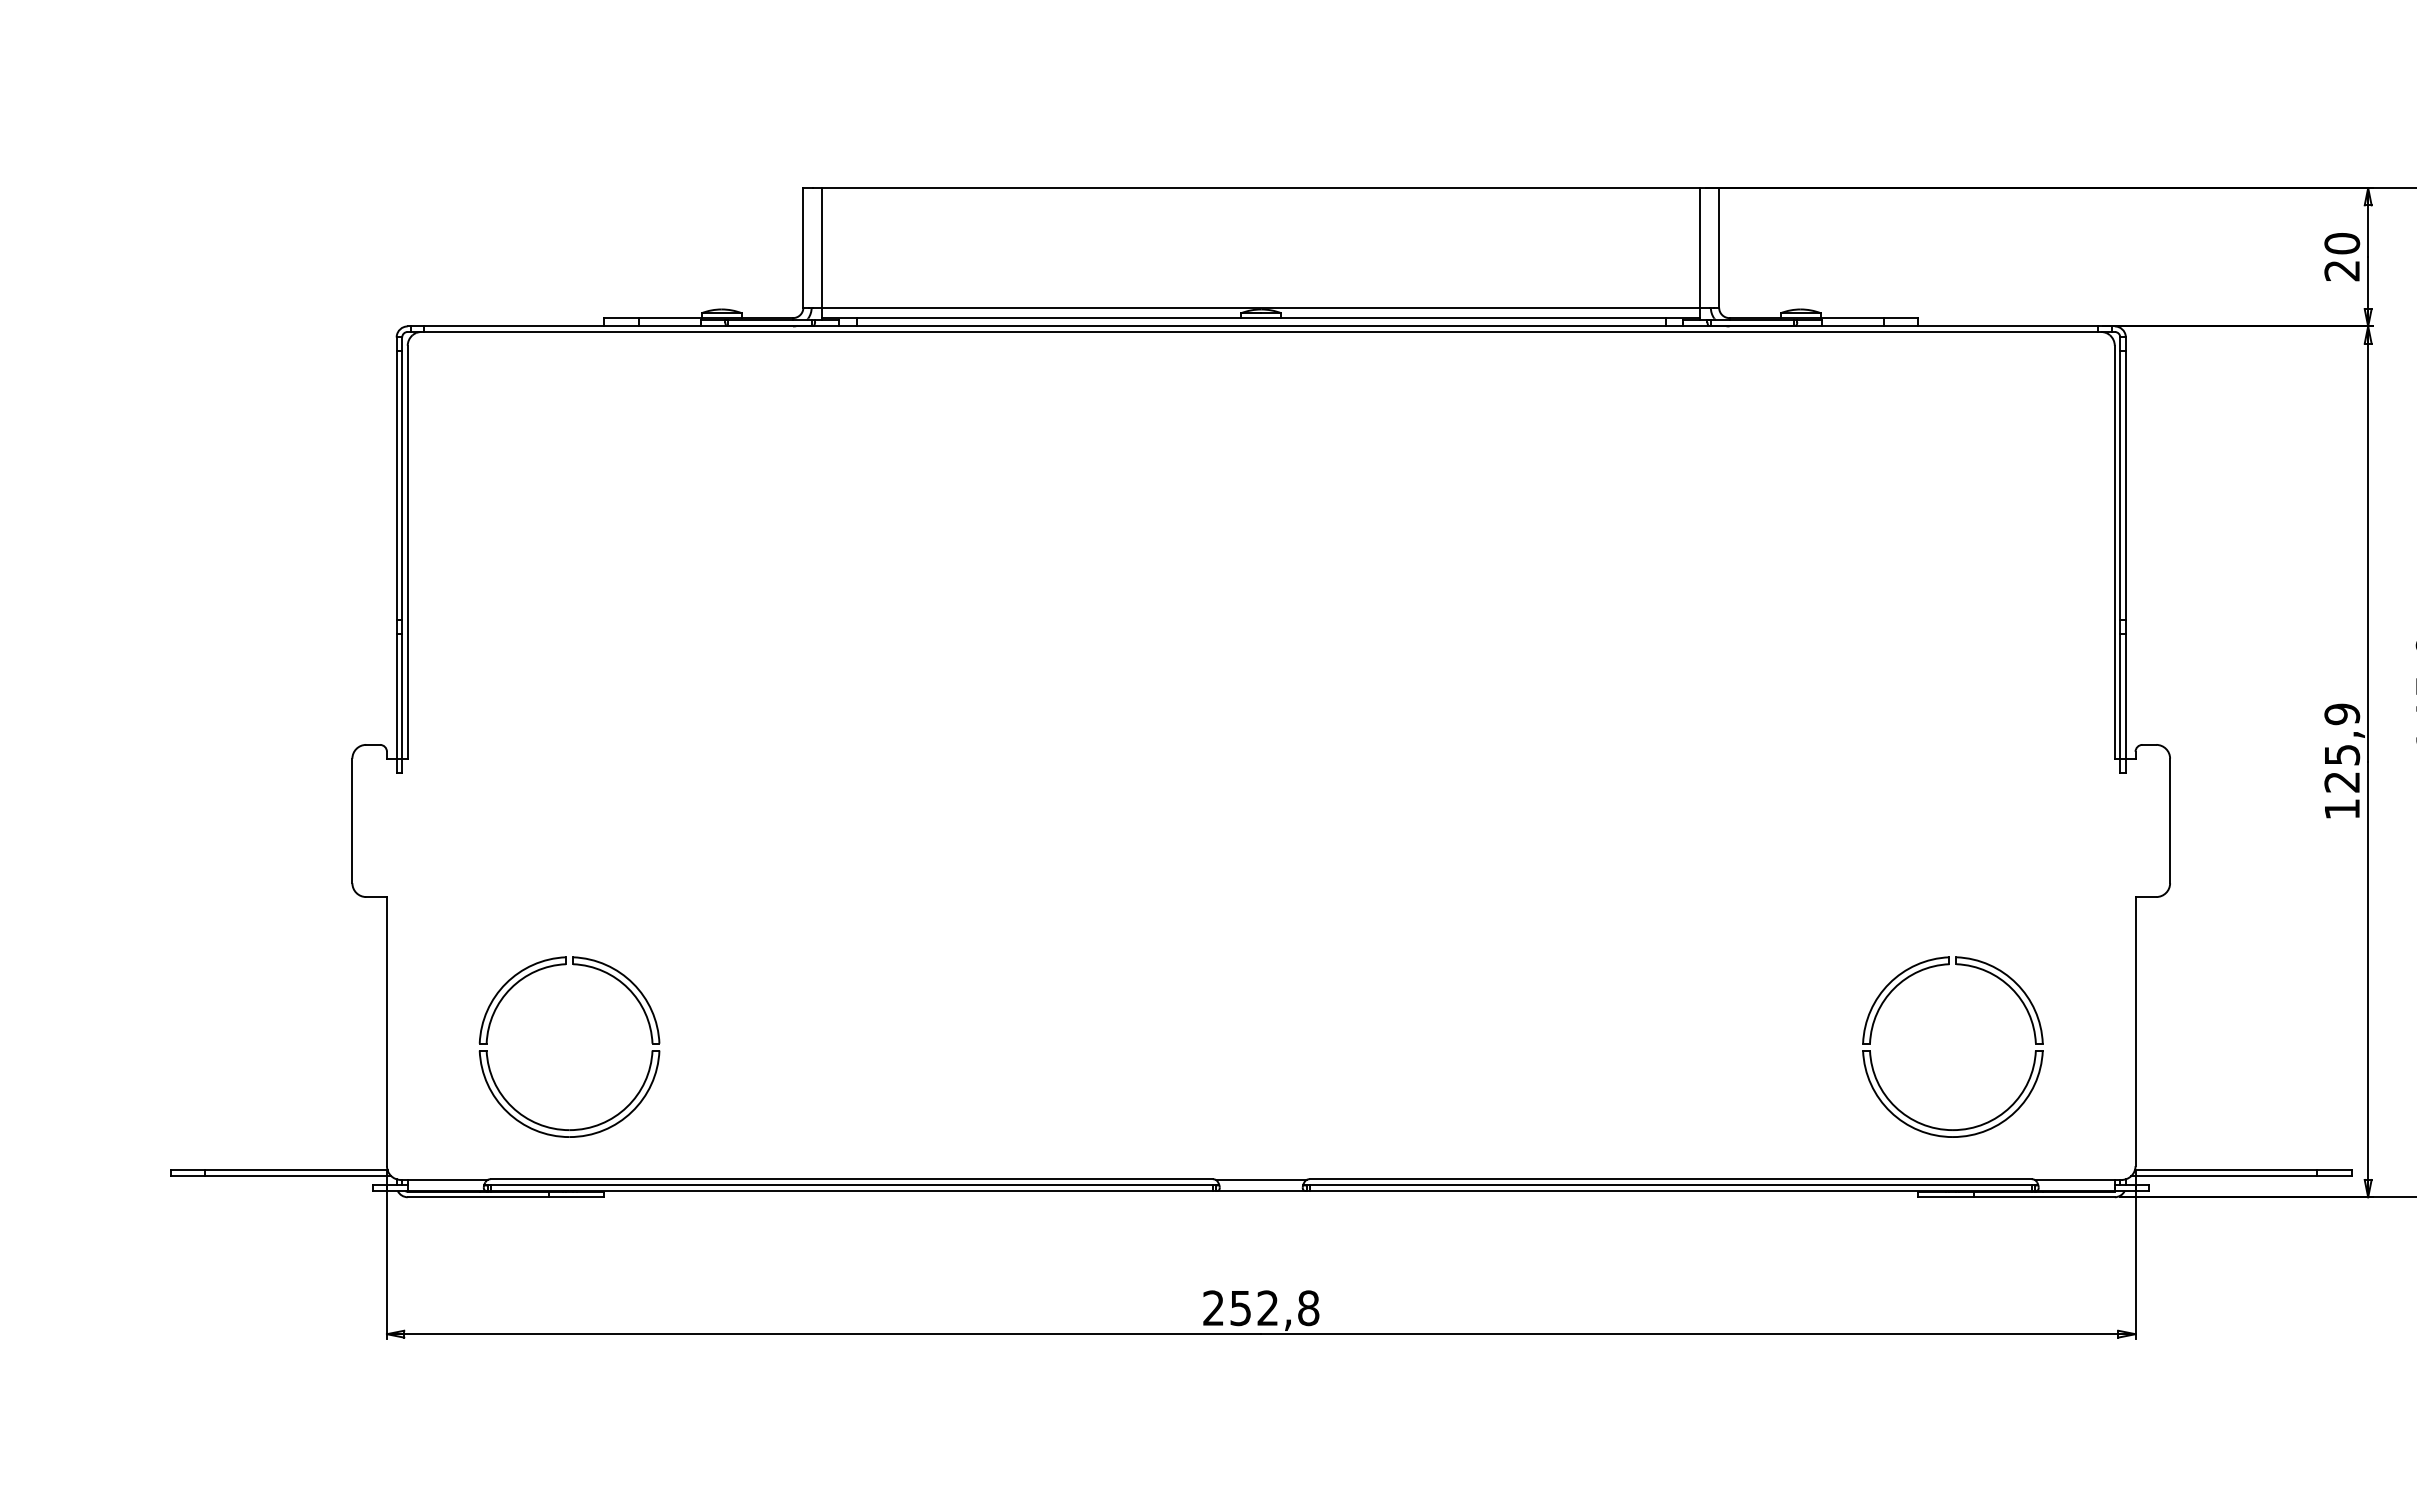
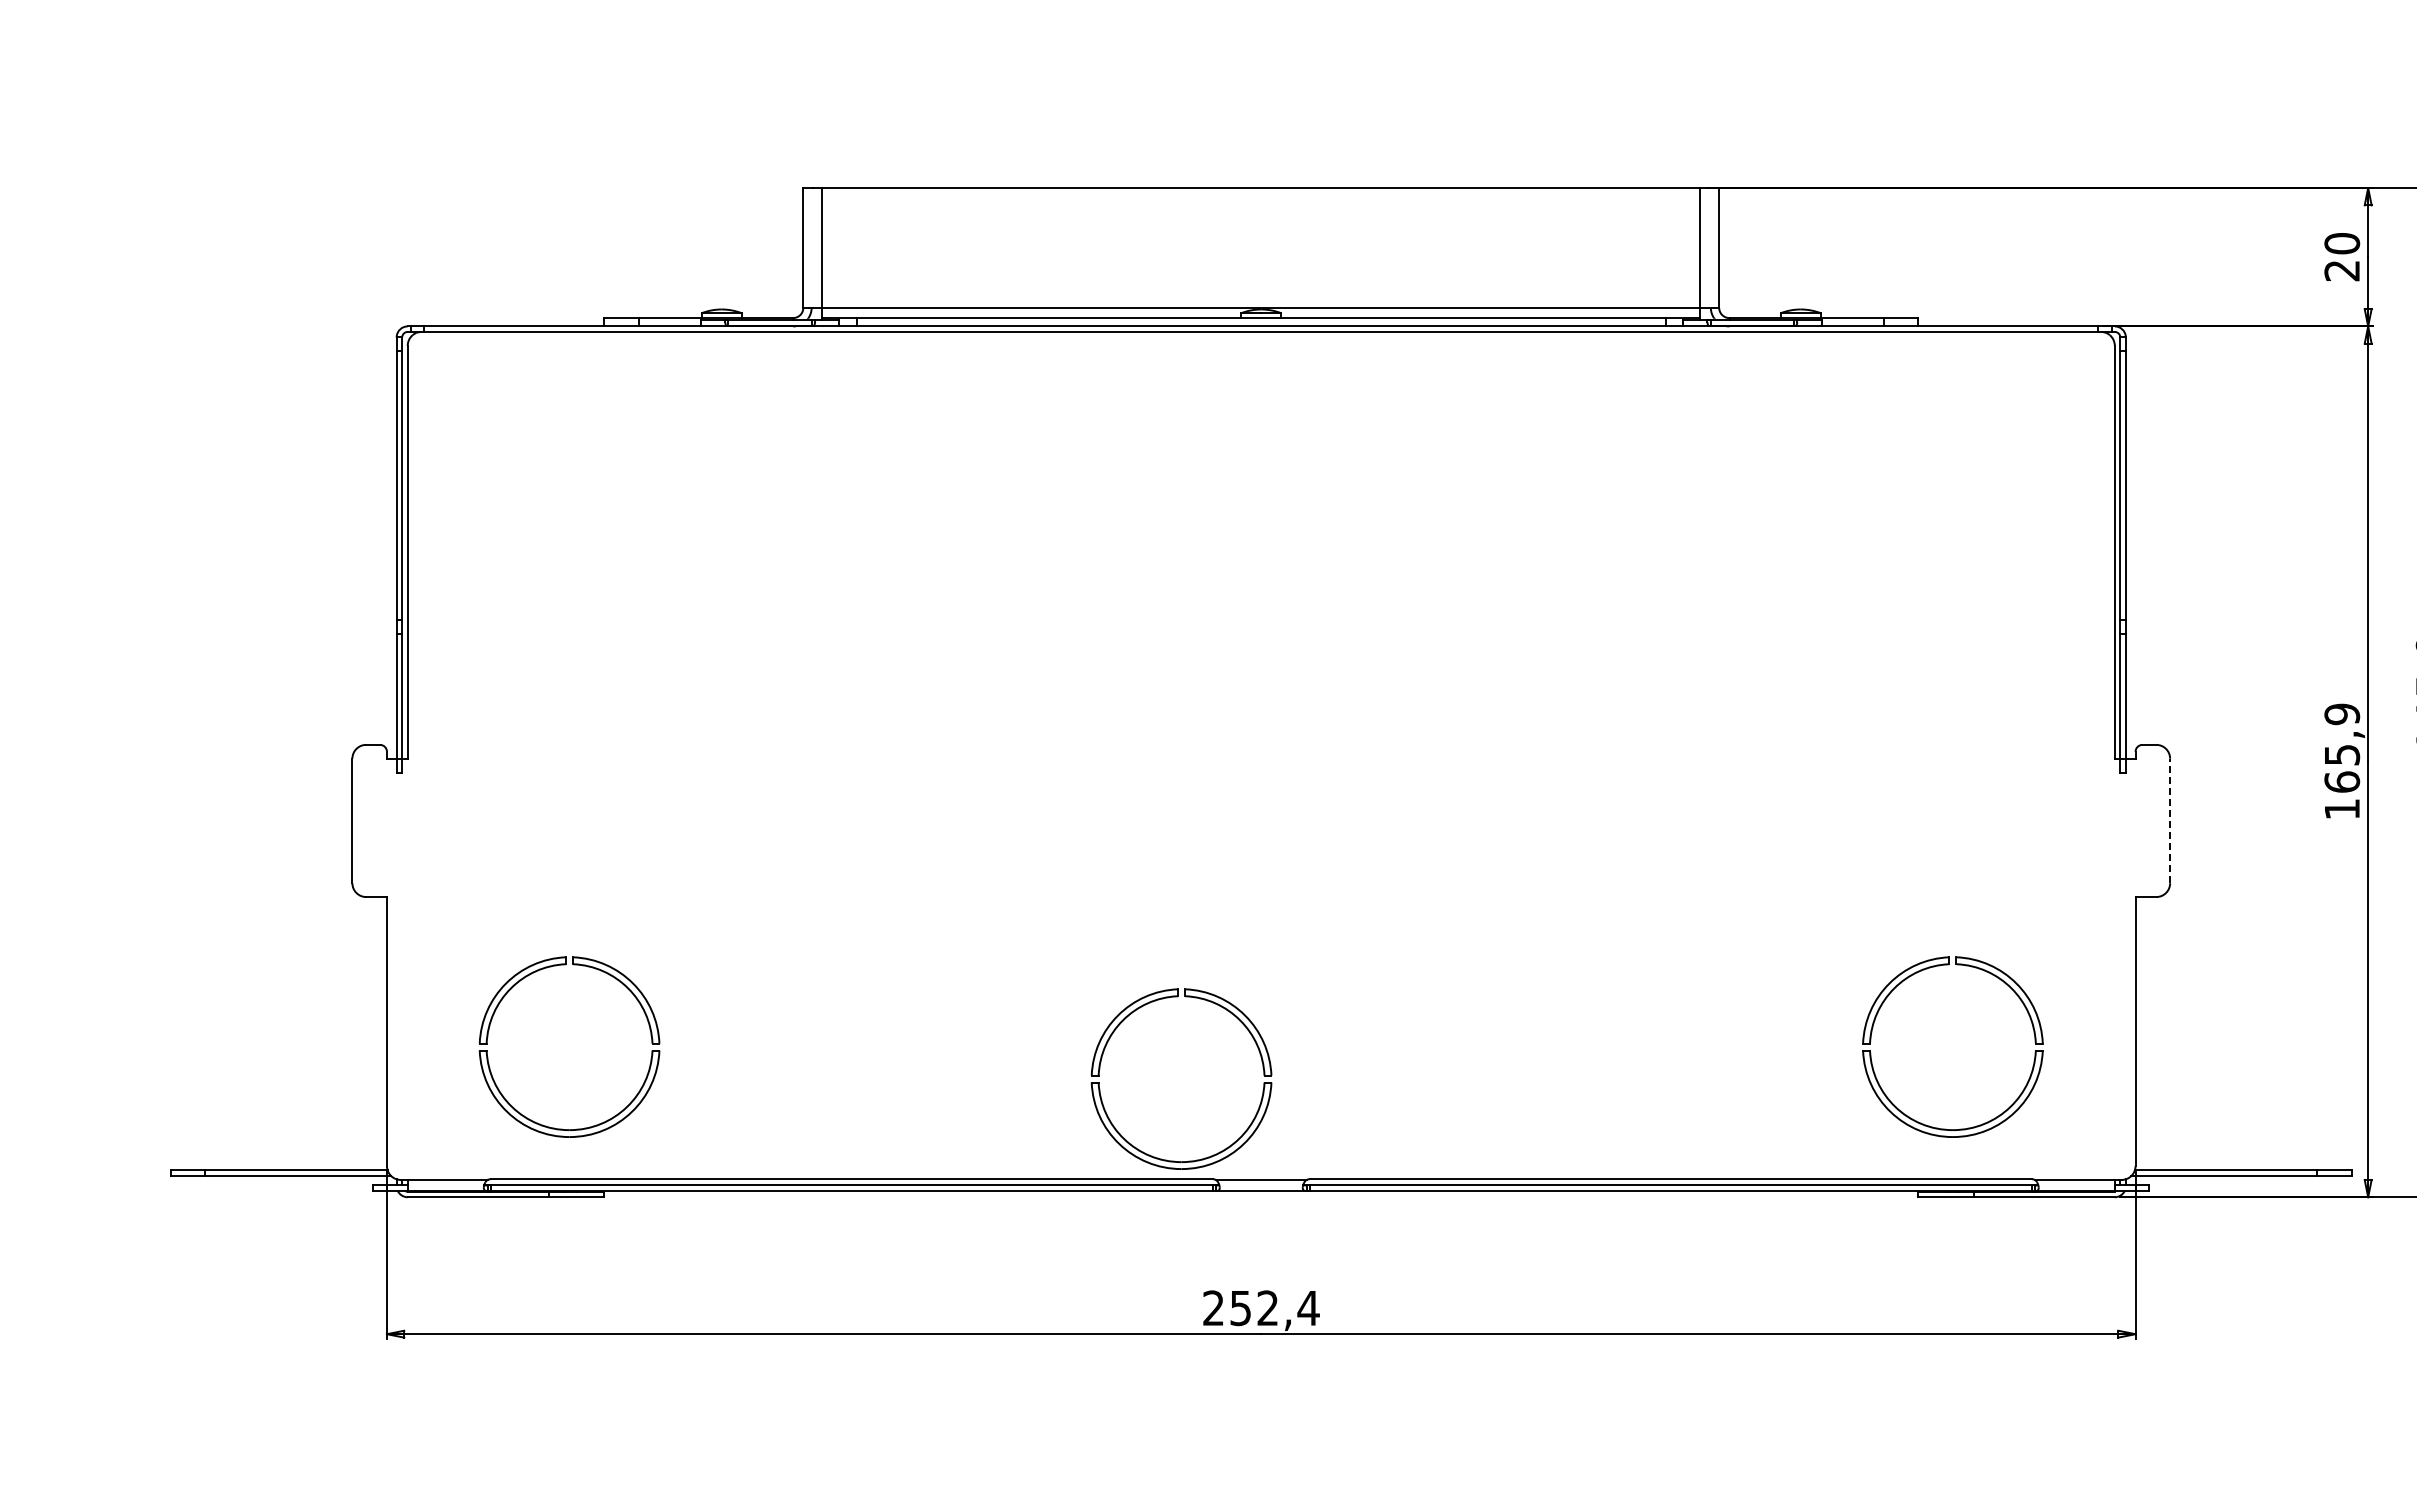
text at (2342, 781): 125,9 -> 165,9
line at (2170, 820): solid -> dashed
part at (1163, 999): none -> present
text at (1308, 1308): 252,8 -> 252,4
